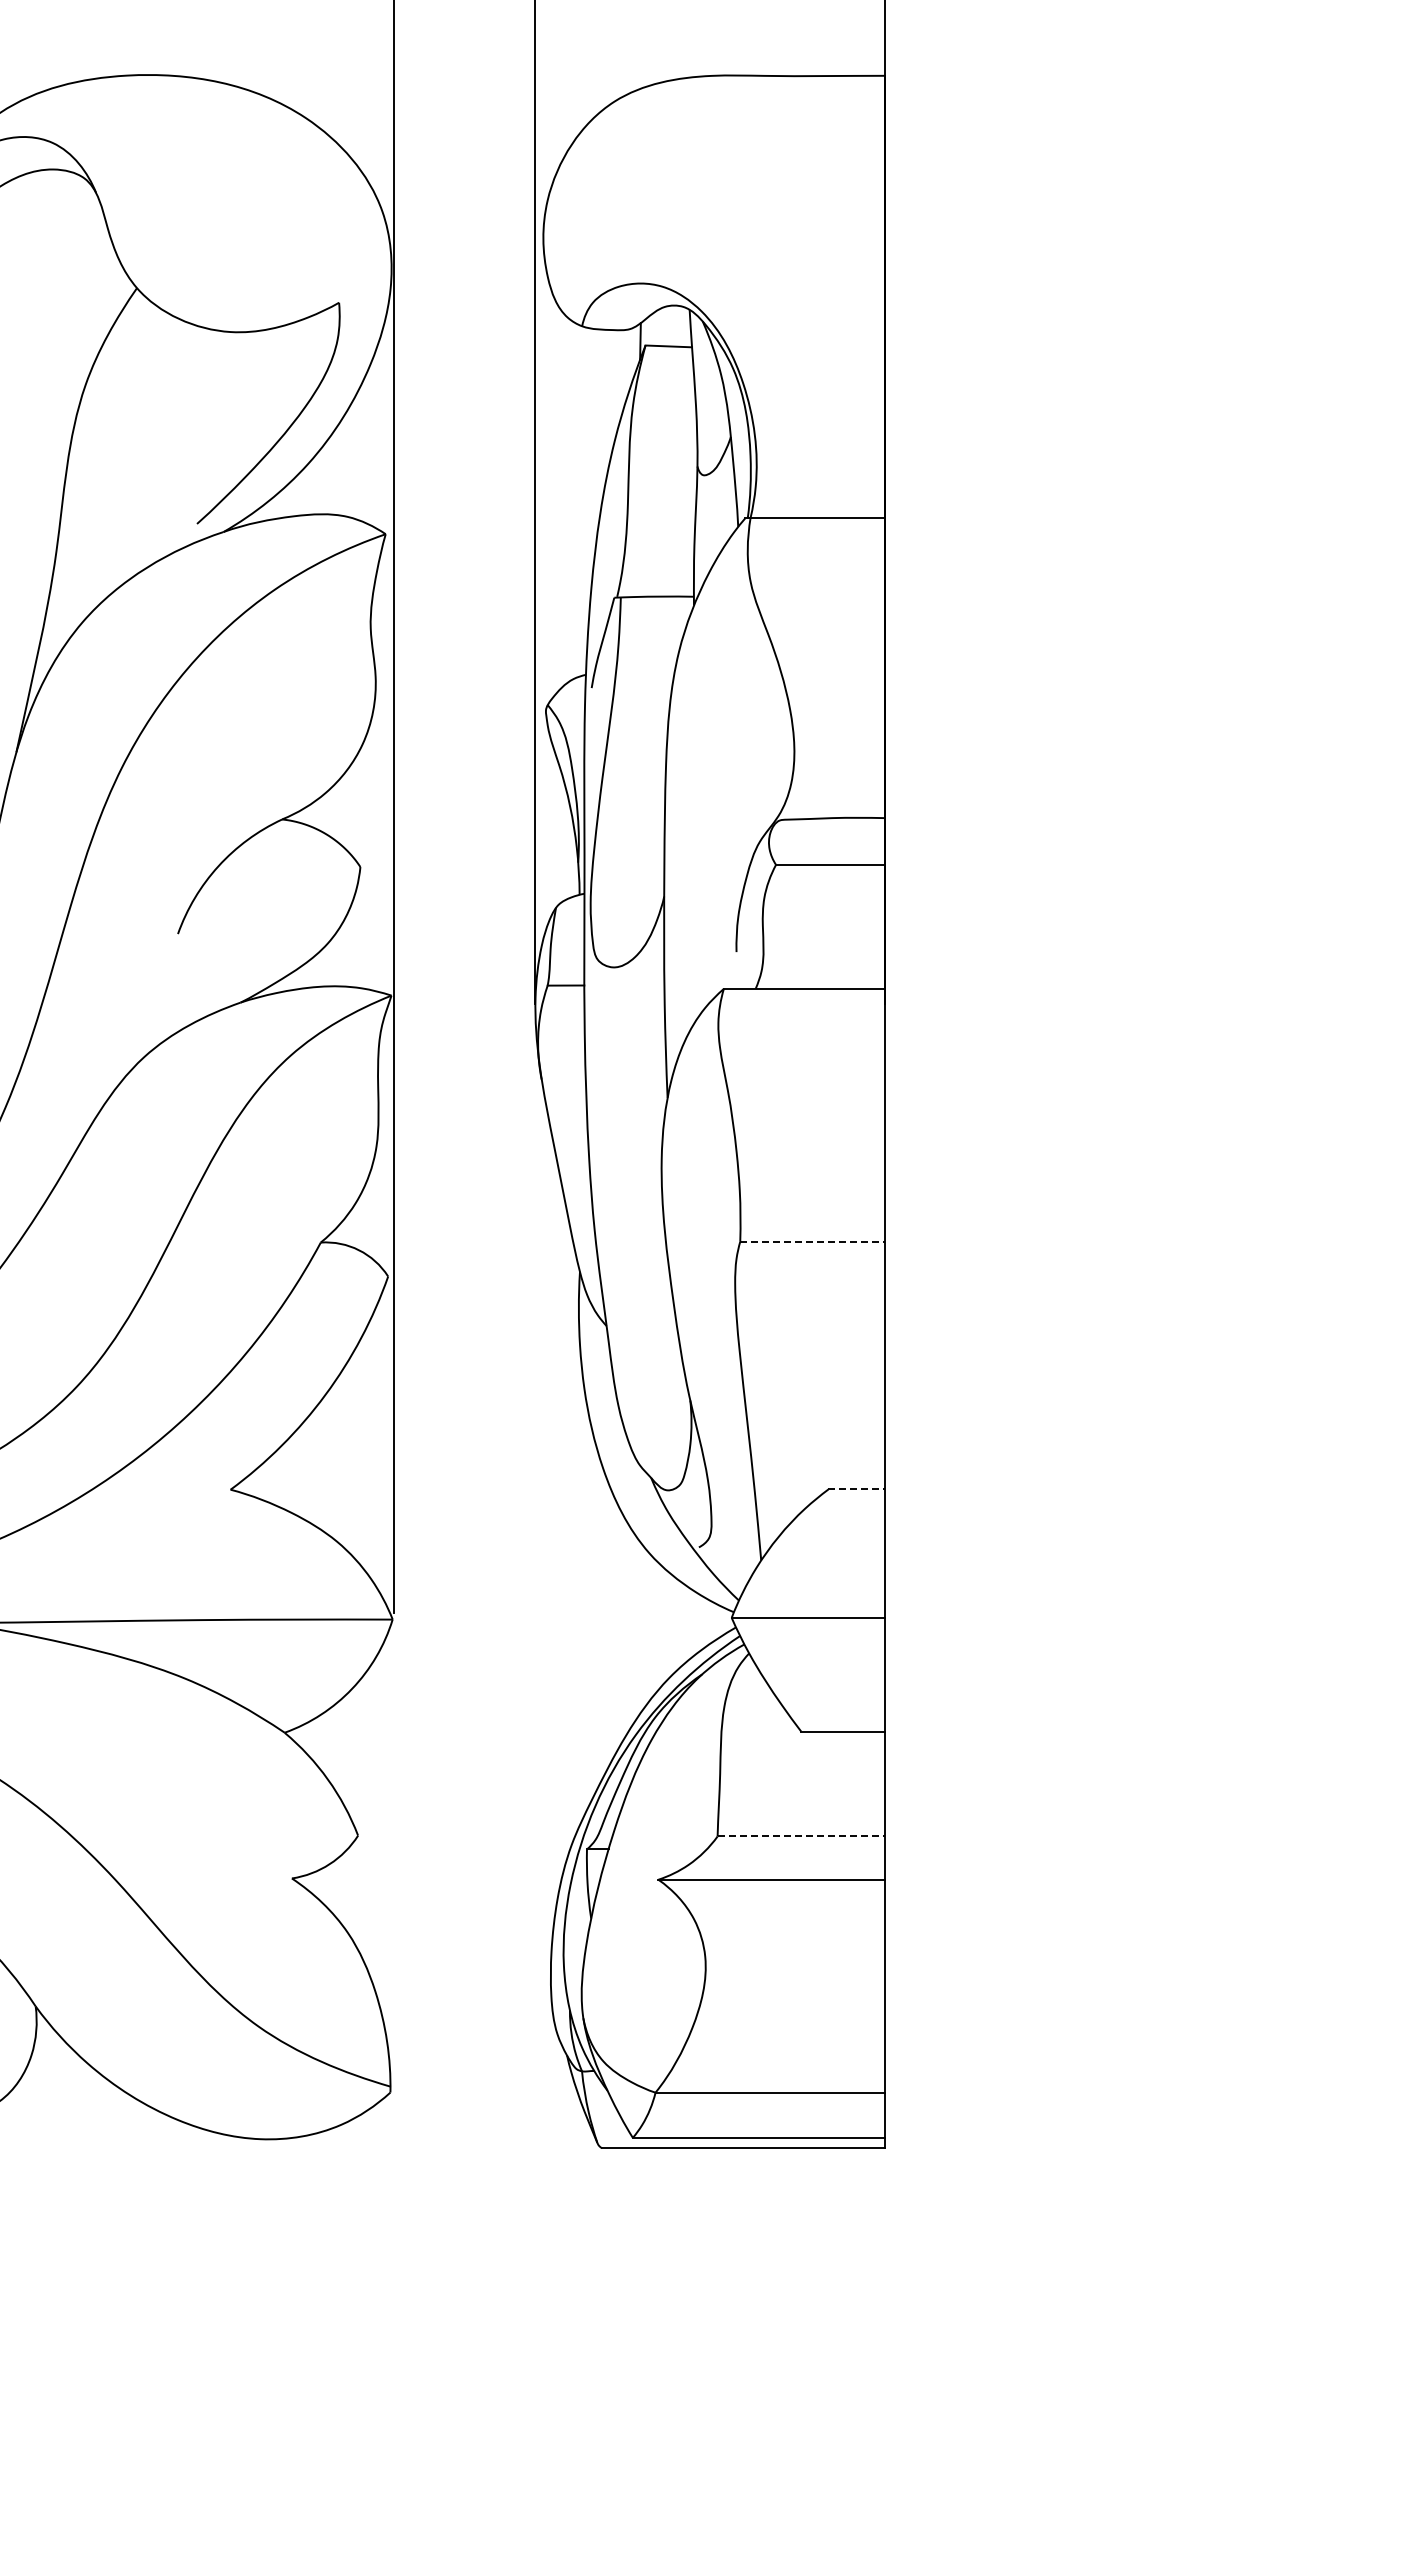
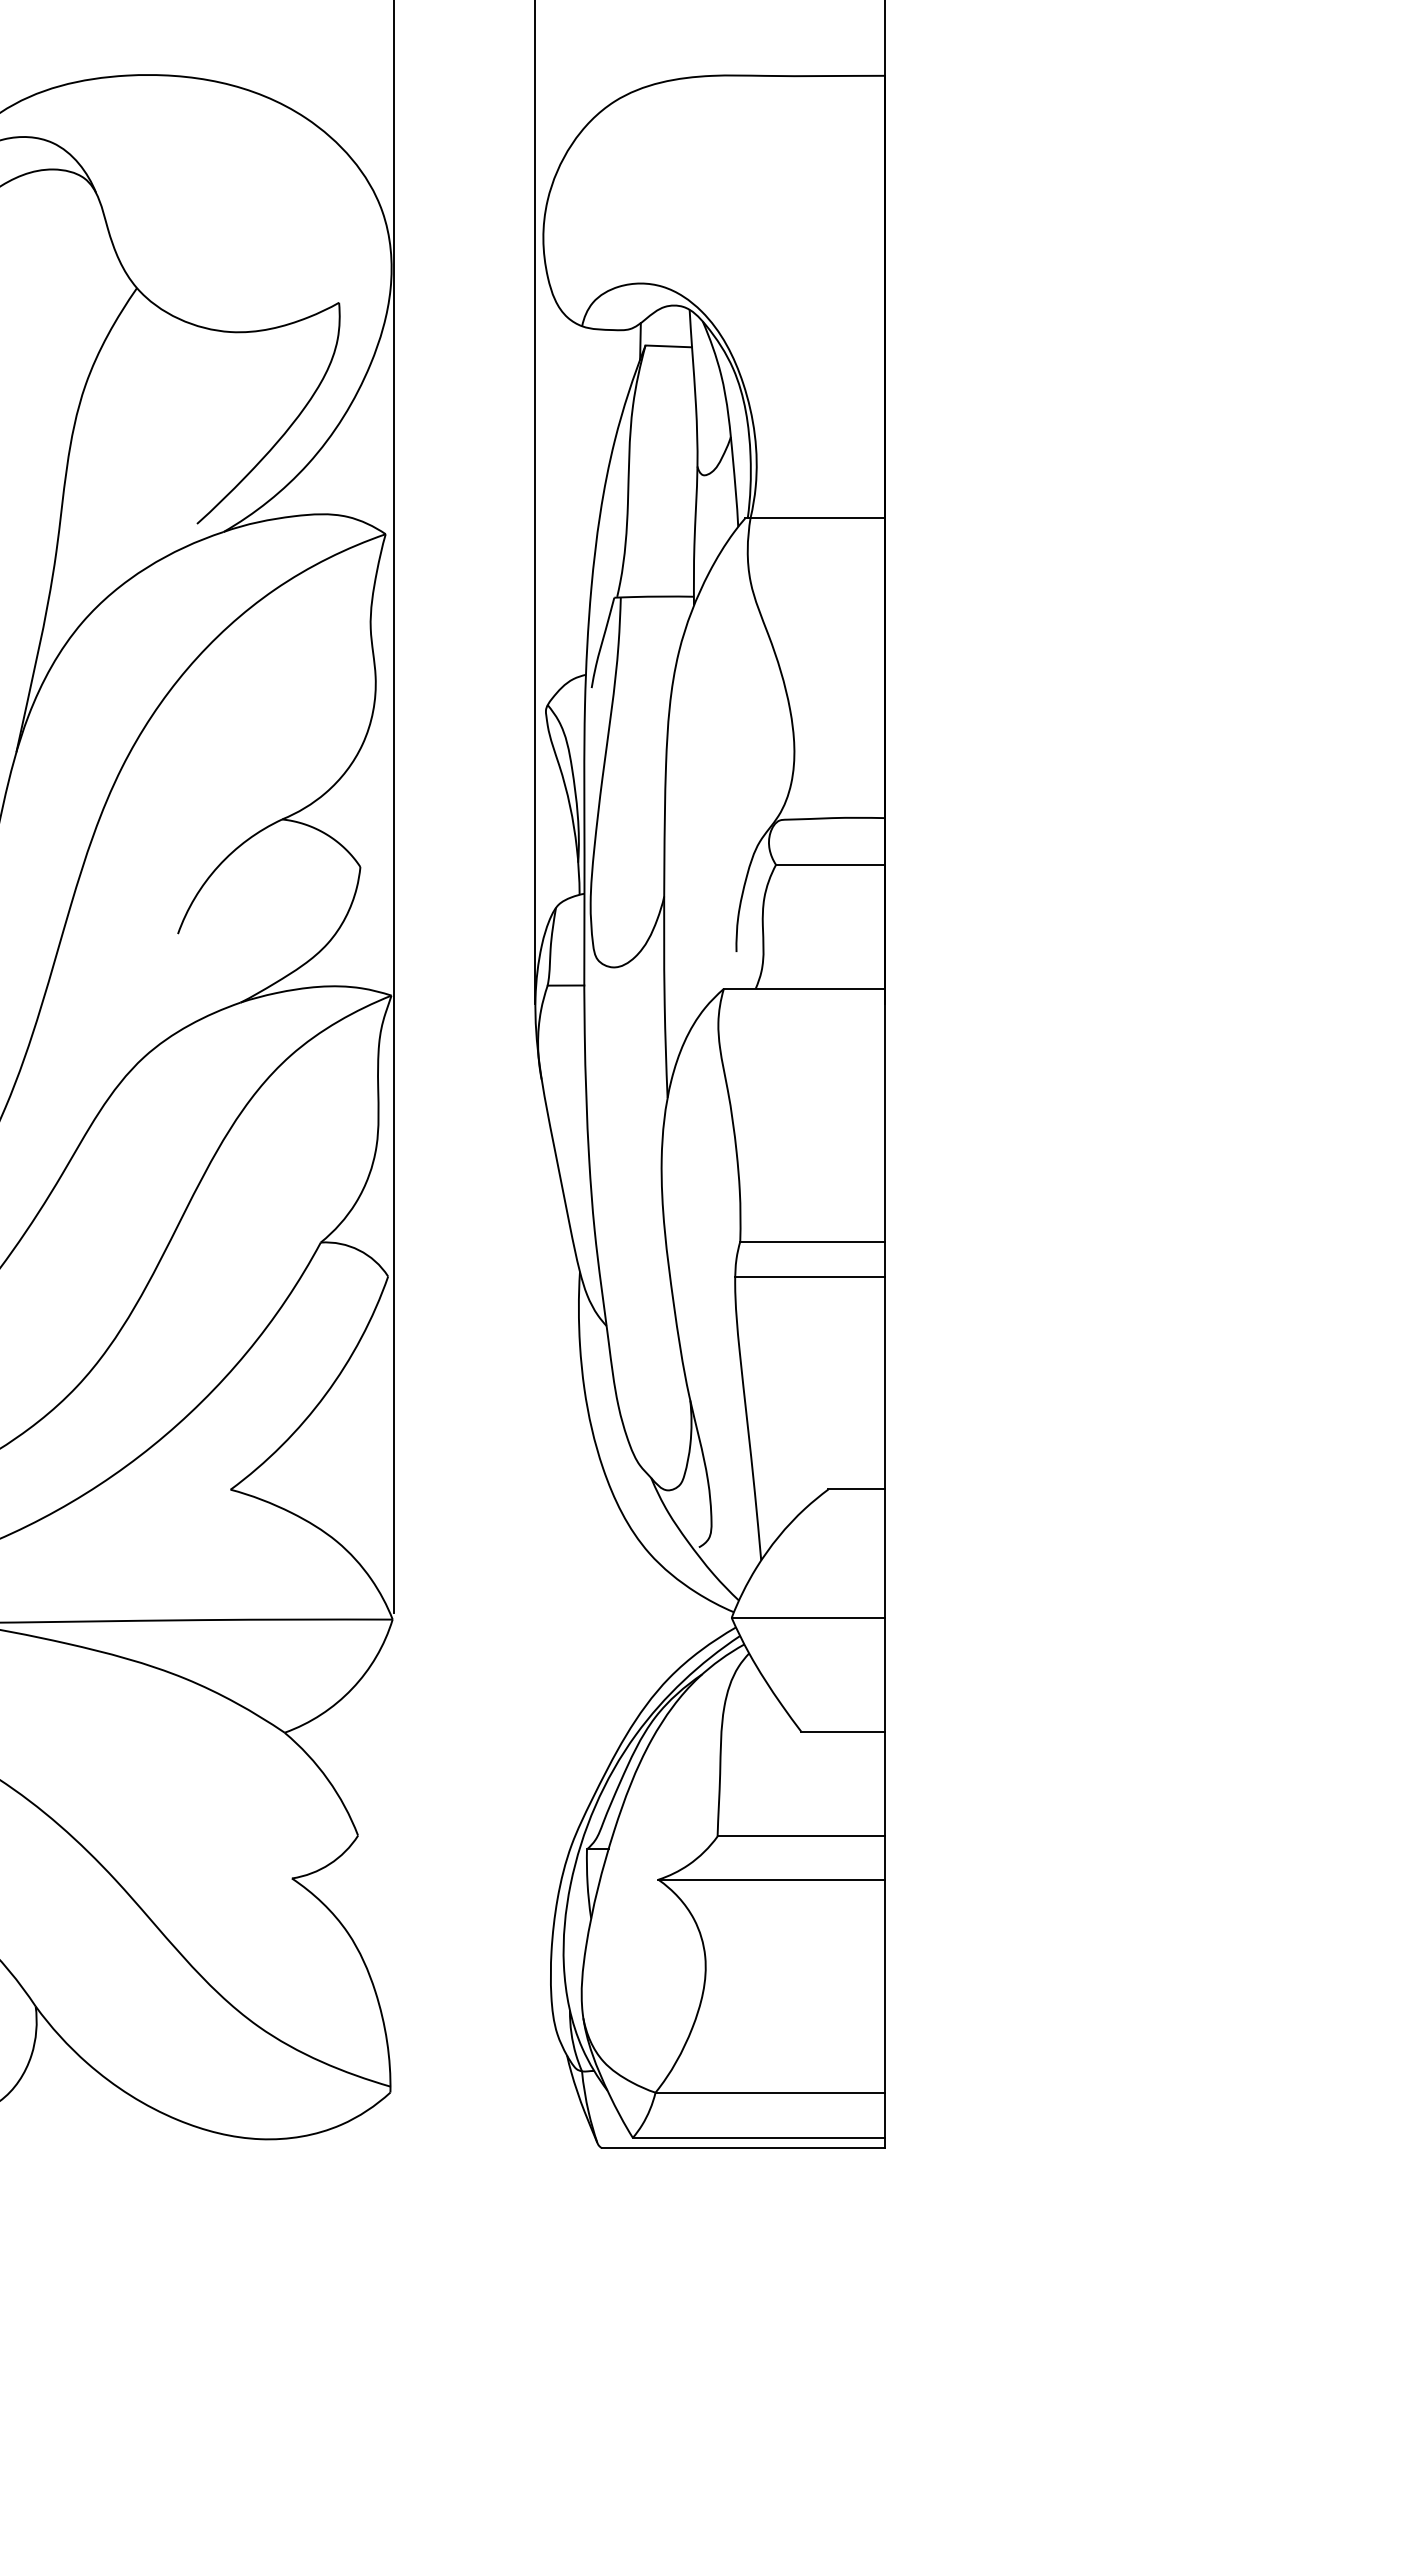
line at (813, 1241): dashed -> solid
line at (809, 1276): none -> present
line at (857, 1489): dashed -> solid
line at (801, 1836): dashed -> solid
